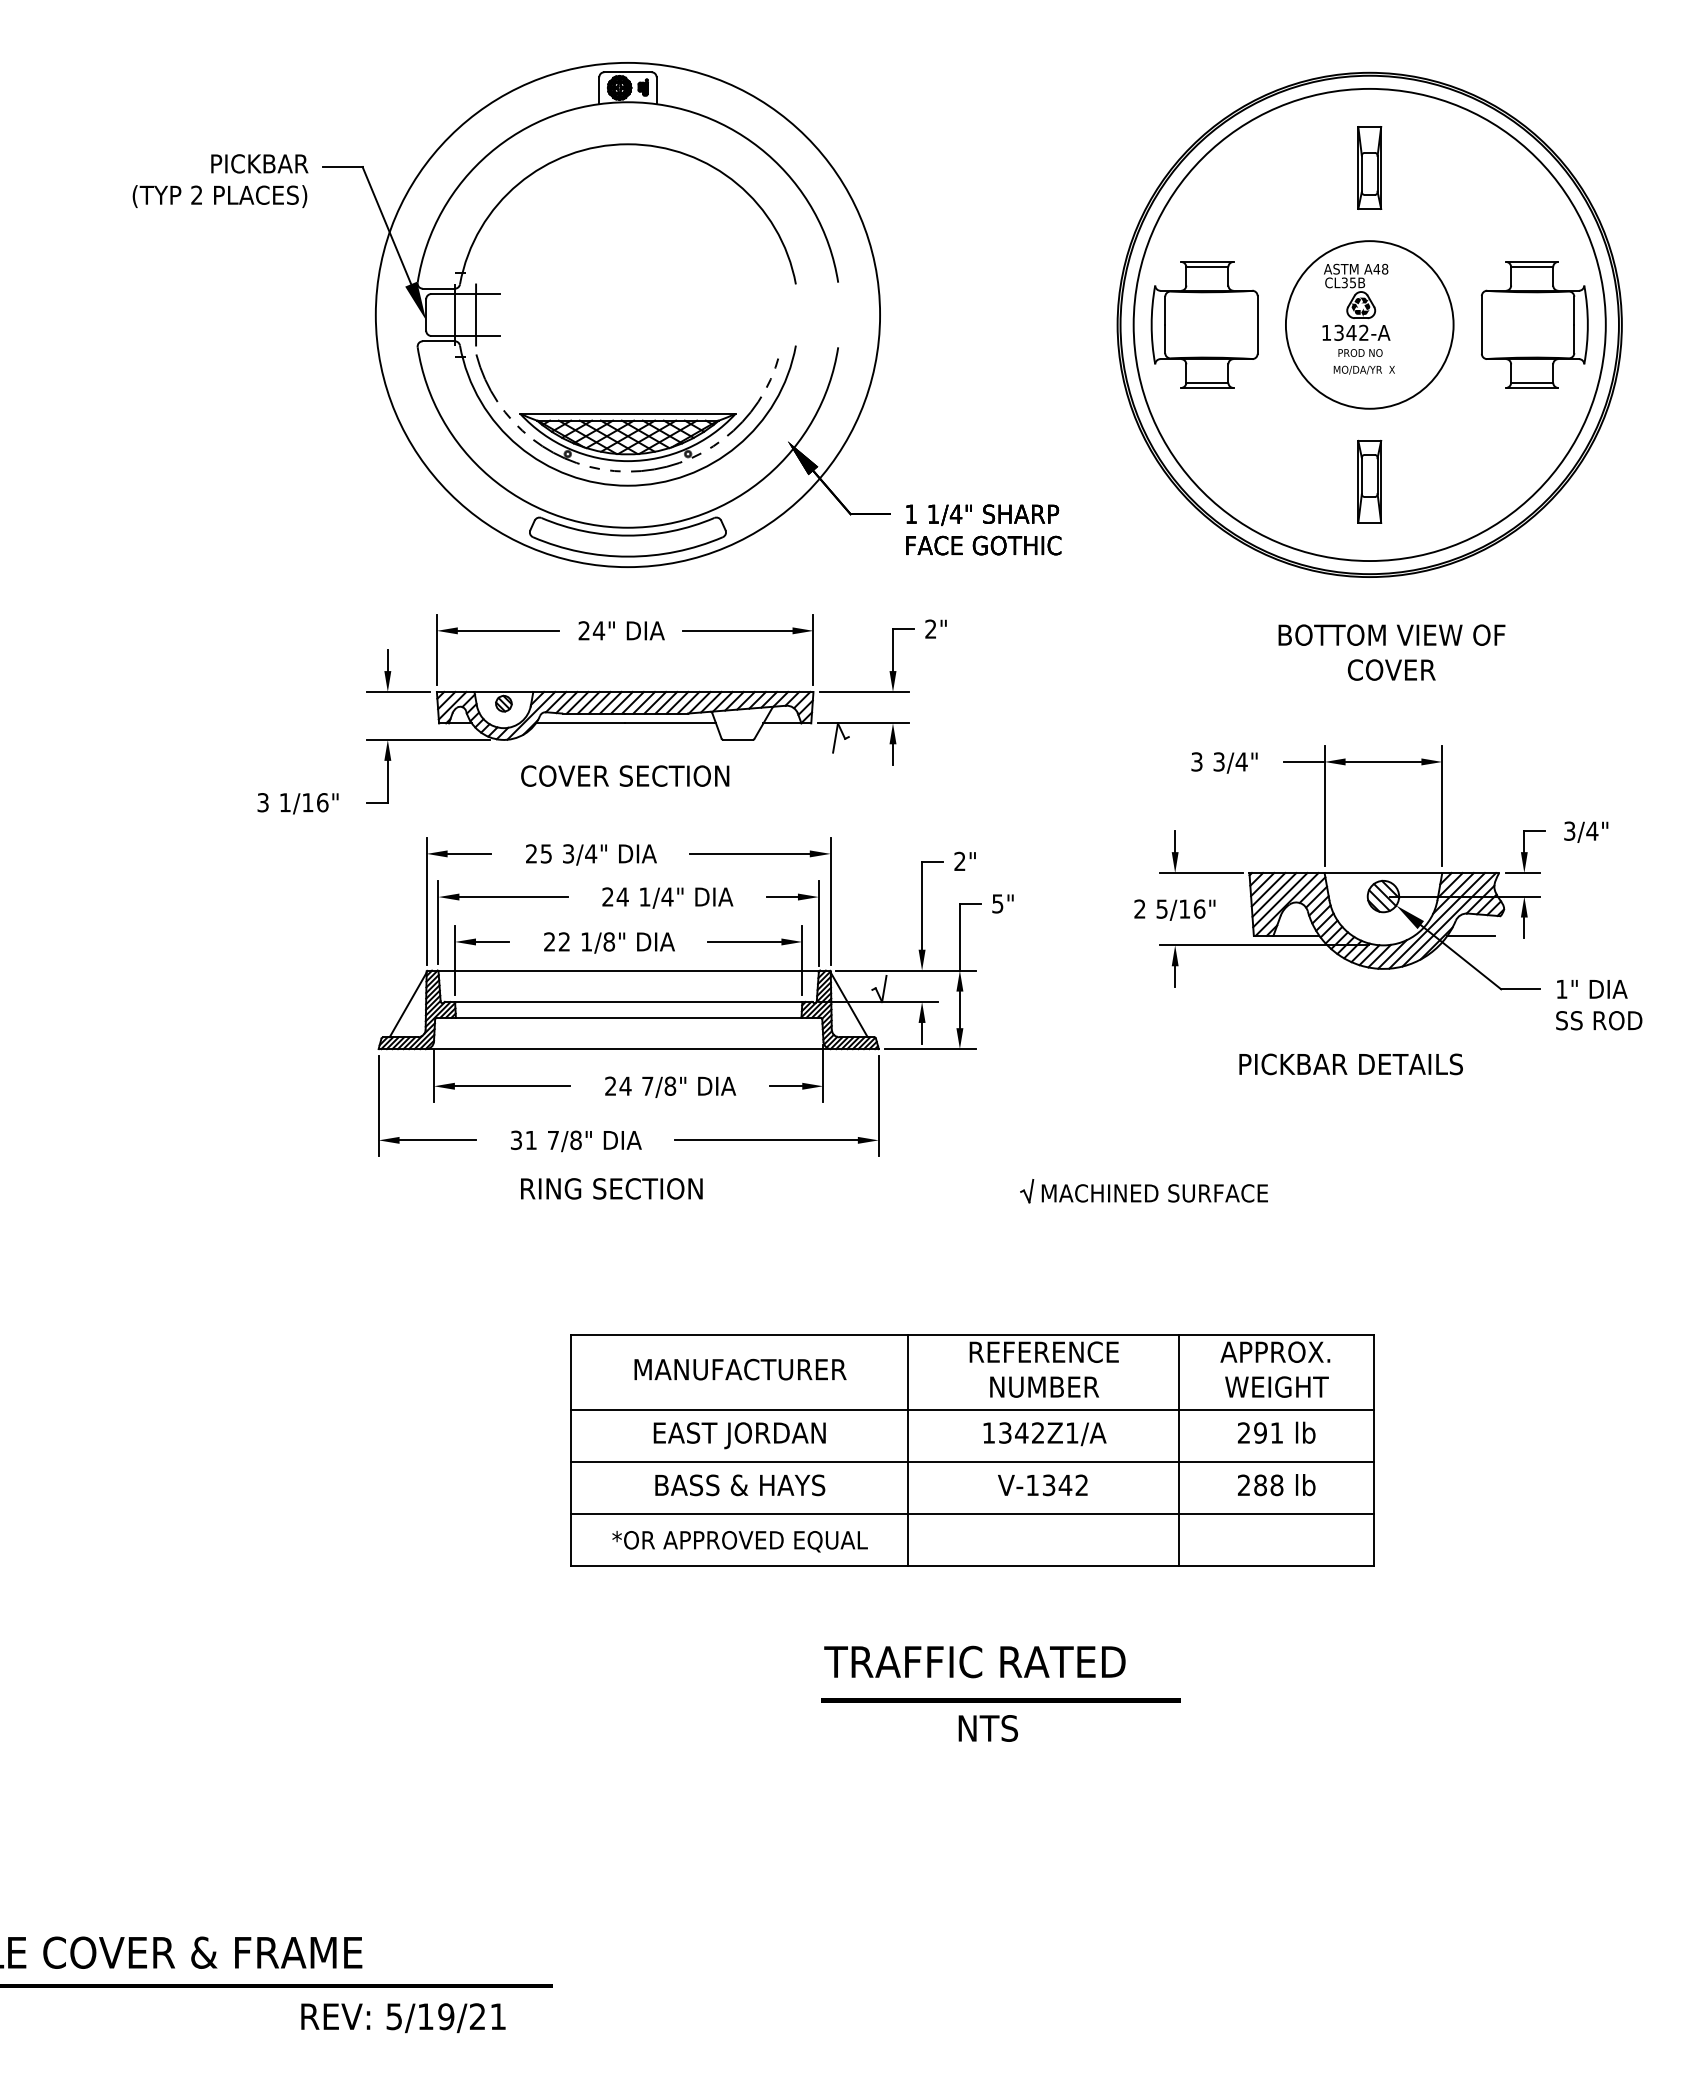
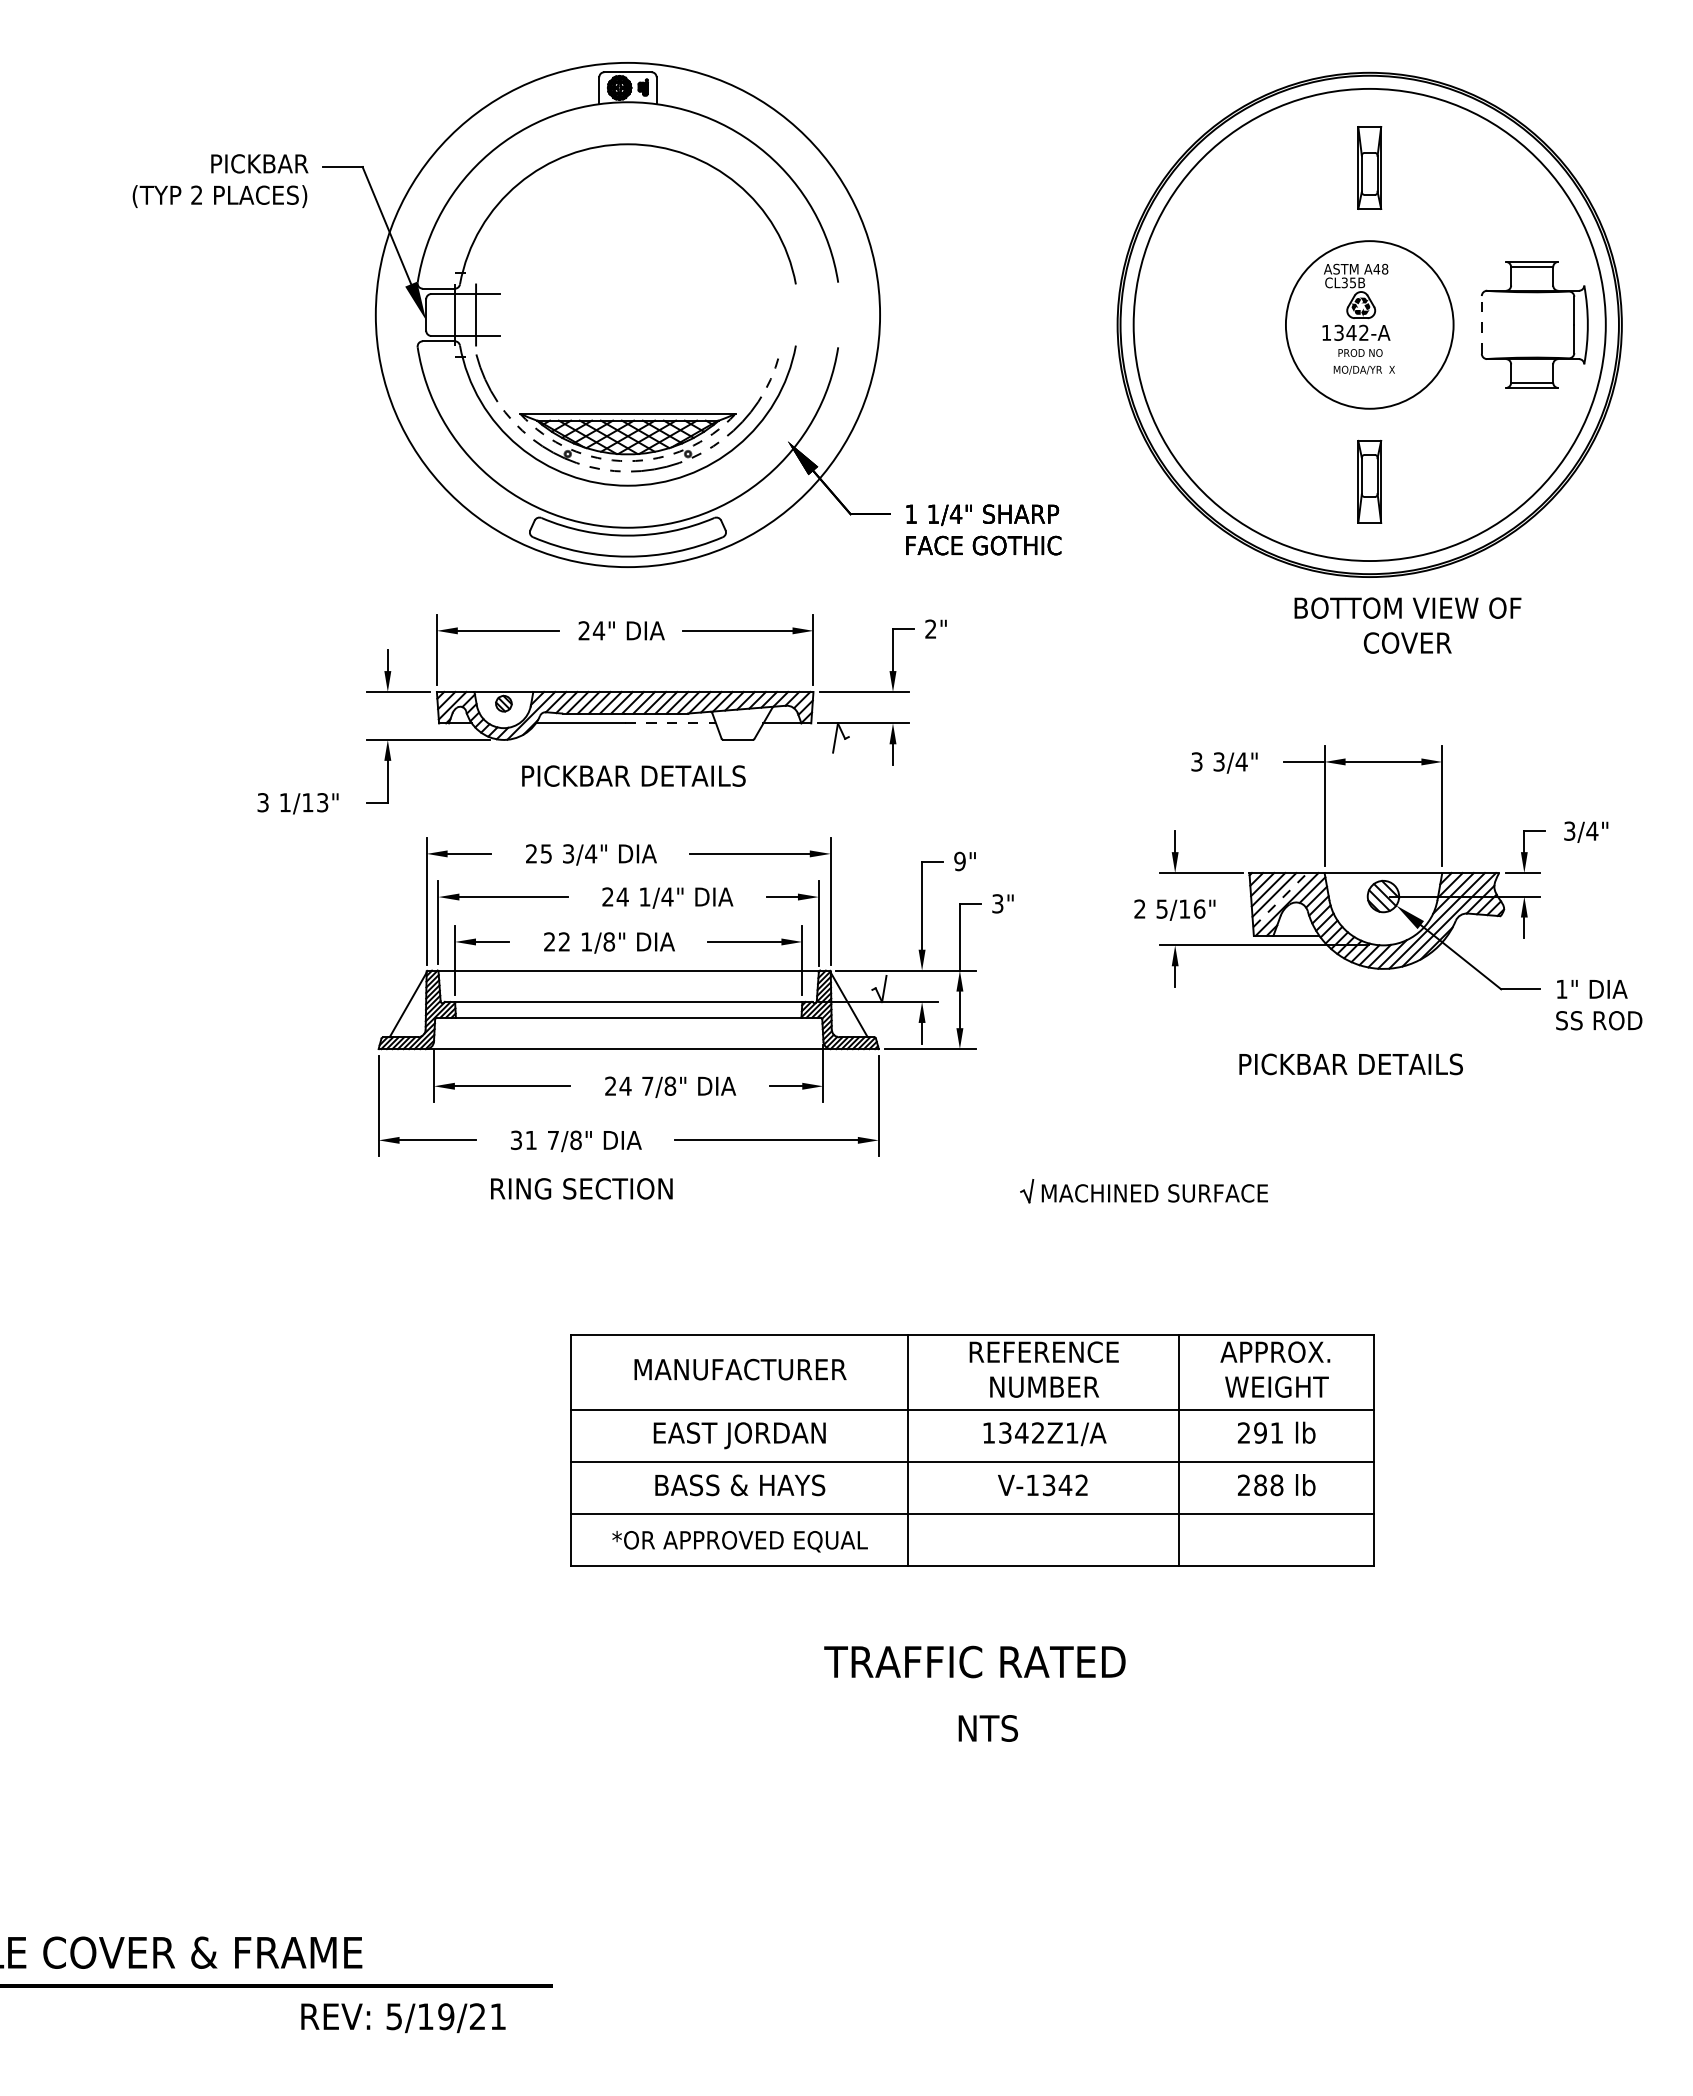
part at (1204, 324): present -> none
line at (1481, 324): solid -> dashed
arc at (627, 461): solid -> dashed
text at (1391, 652) position: (1391, 652) -> (1407, 625)
line at (671, 723): solid -> dashed
text at (633, 775): COVER SECTION -> PICKBAR DETAILS
text at (322, 802): 1/16" -> 1/13"
text at (959, 861): 2" -> 9"
line at (1280, 899): solid -> dashed
text at (997, 903): 5" -> 3"
line at (1470, 935): present -> none
text at (611, 1188) position: (611, 1188) -> (581, 1188)
line at (1000, 1700): present -> none
